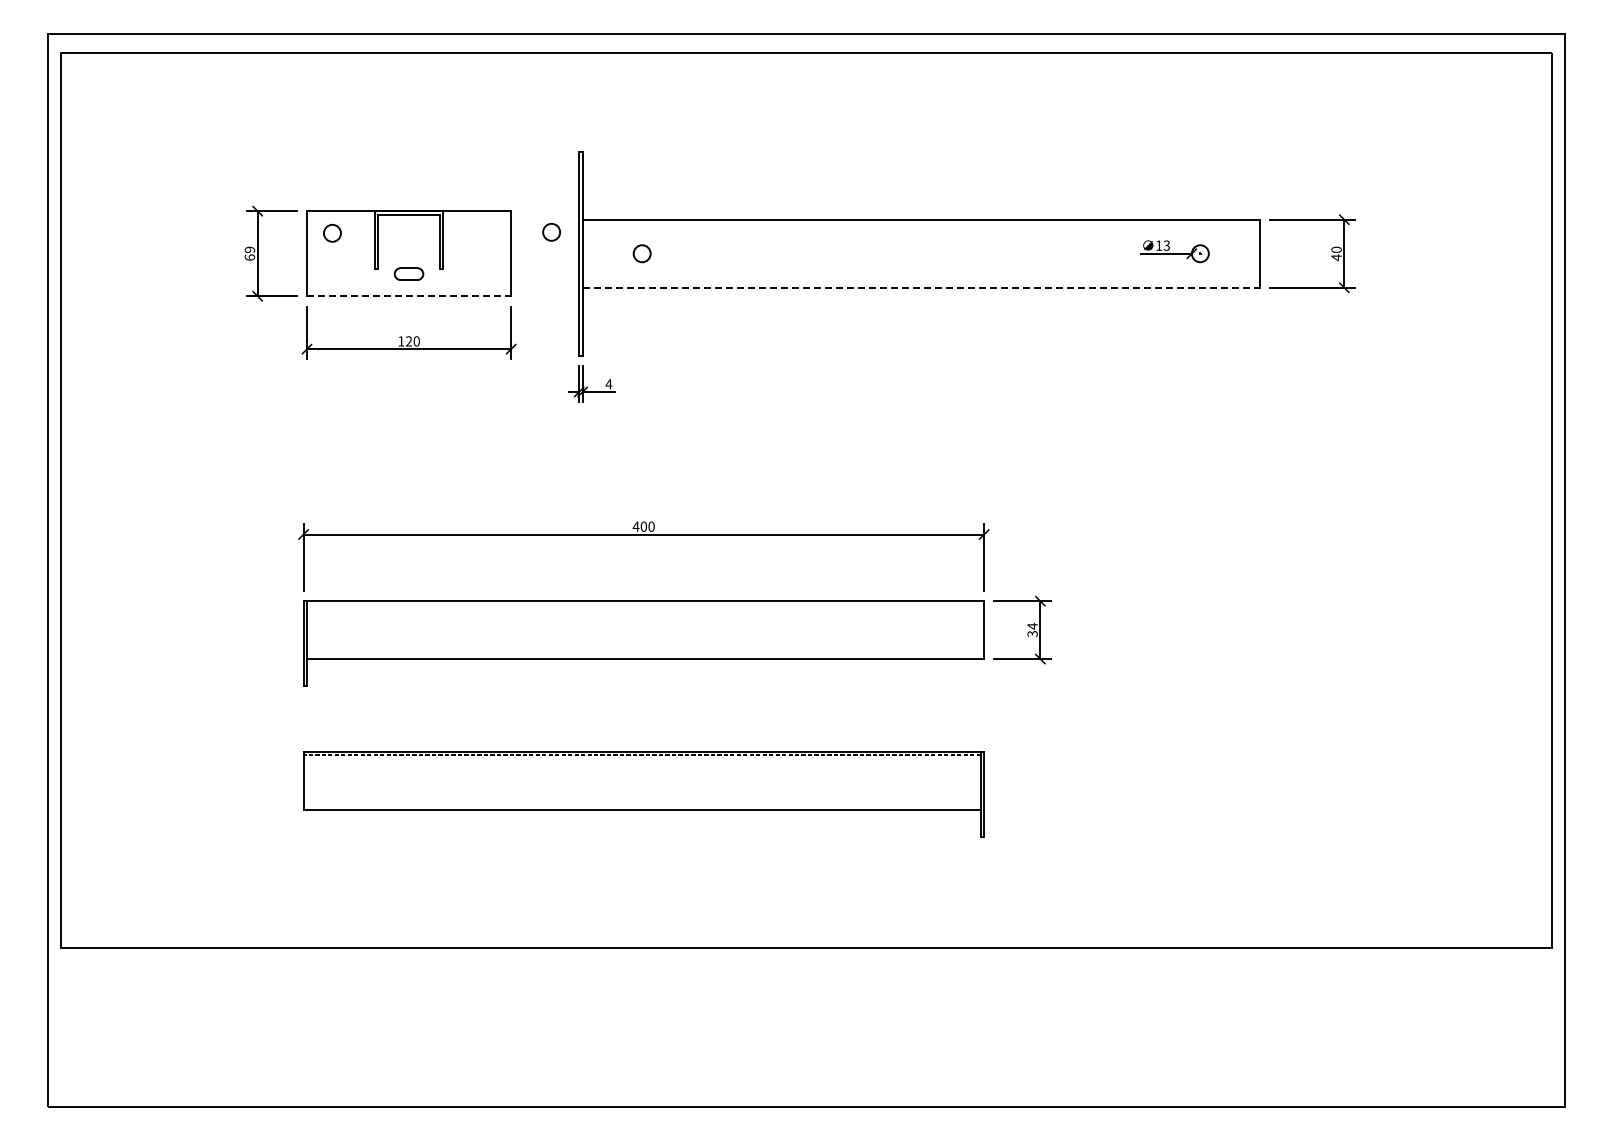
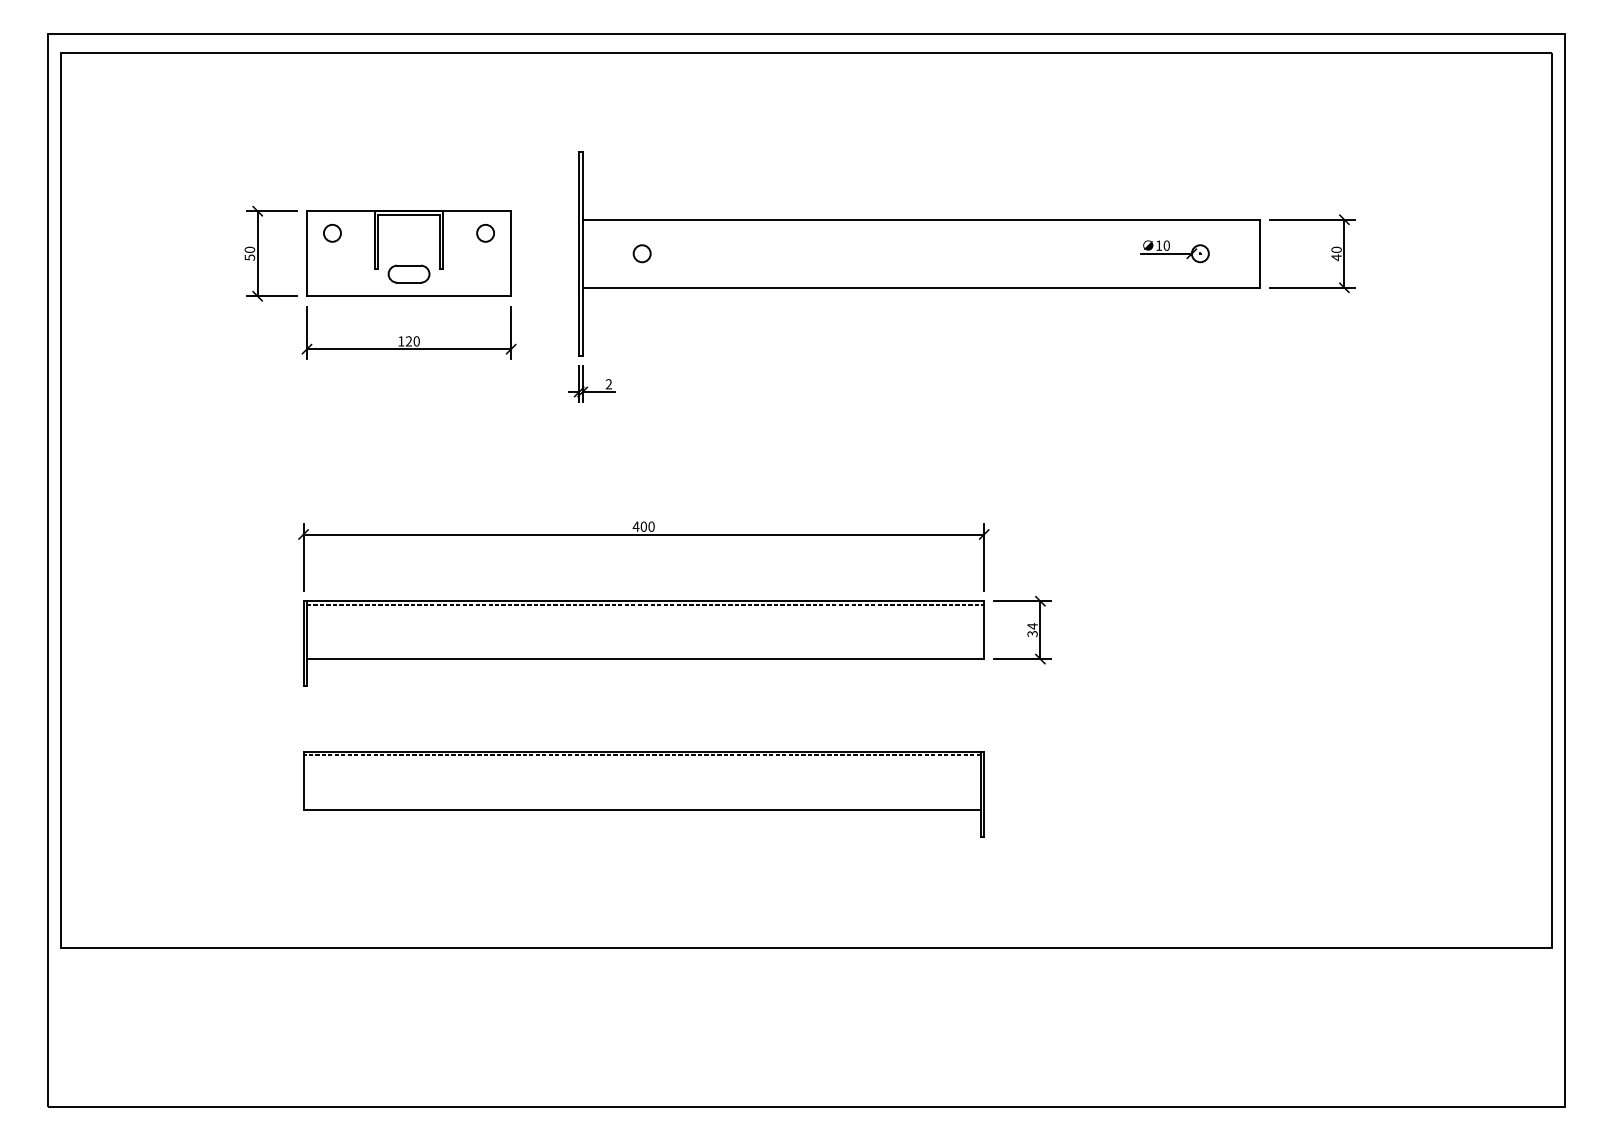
circle at (551, 231) position: (551, 231) -> (485, 232)
text at (1166, 245): 13 -> 10
text at (249, 253): 69 -> 50
part at (408, 273) size: 32x14 px -> 44x20 px
line at (921, 287): dashed -> solid
line at (409, 296): dashed -> solid
text at (608, 384): 4 -> 2
line at (645, 604): none -> present
